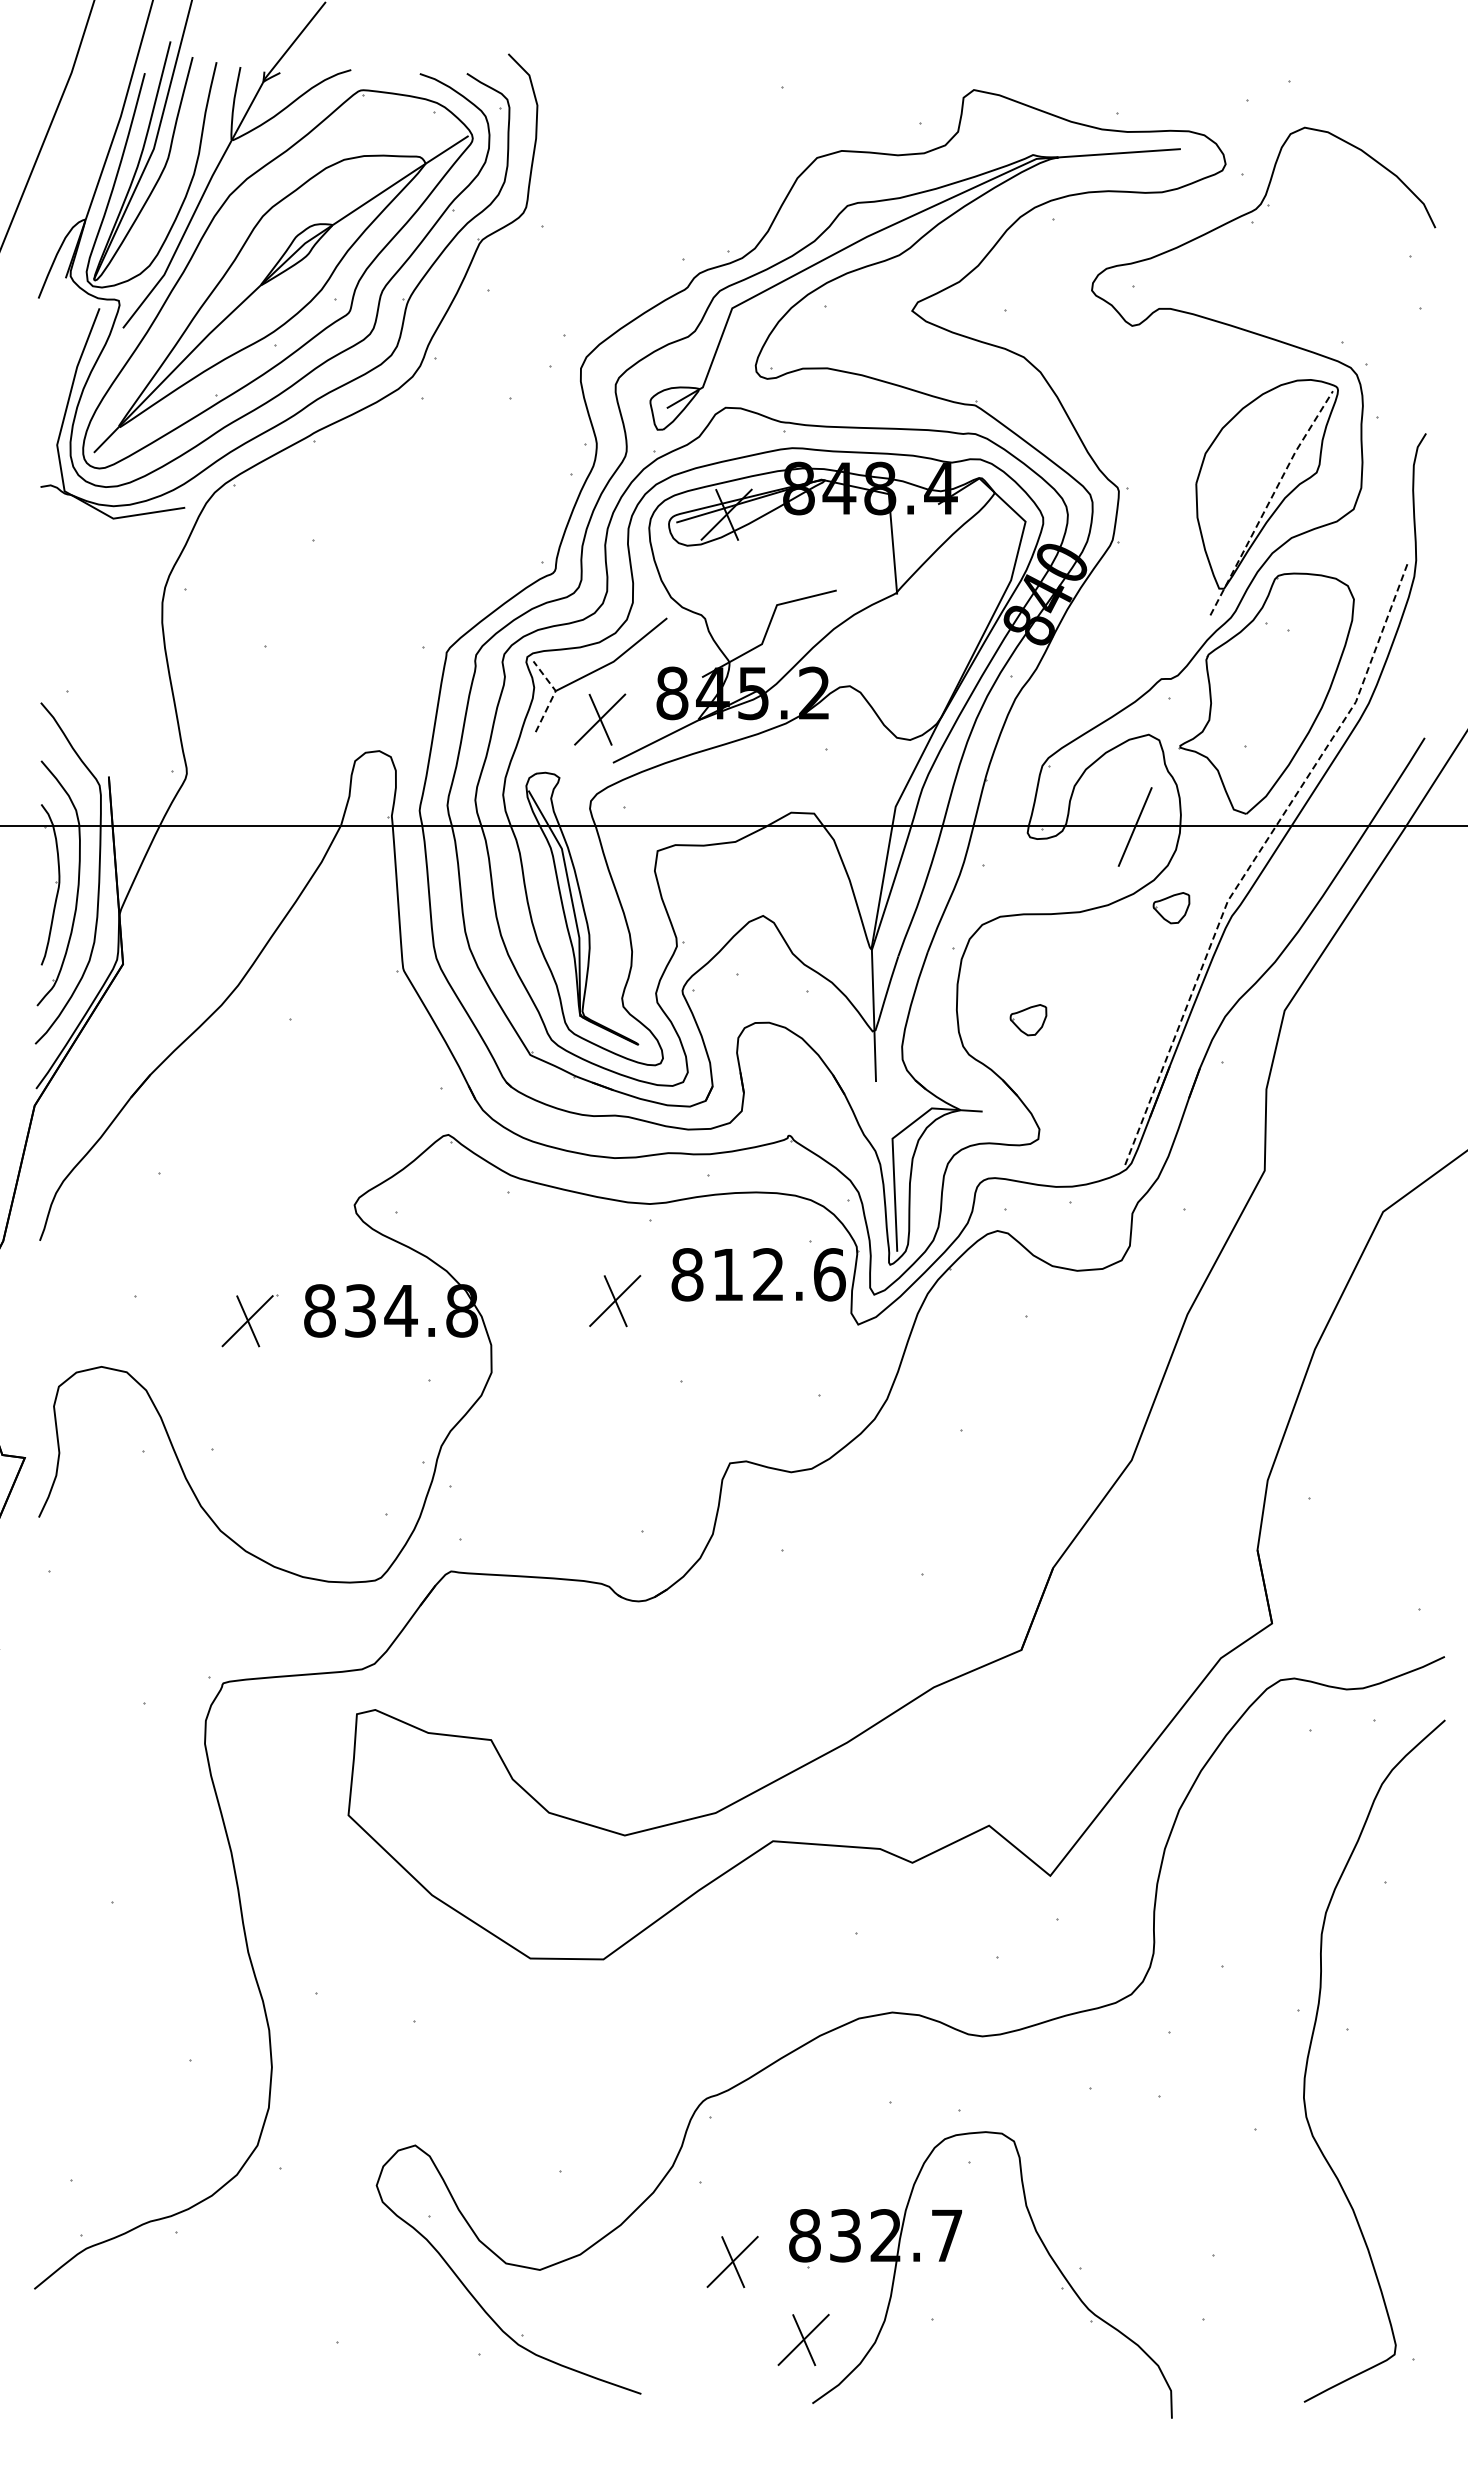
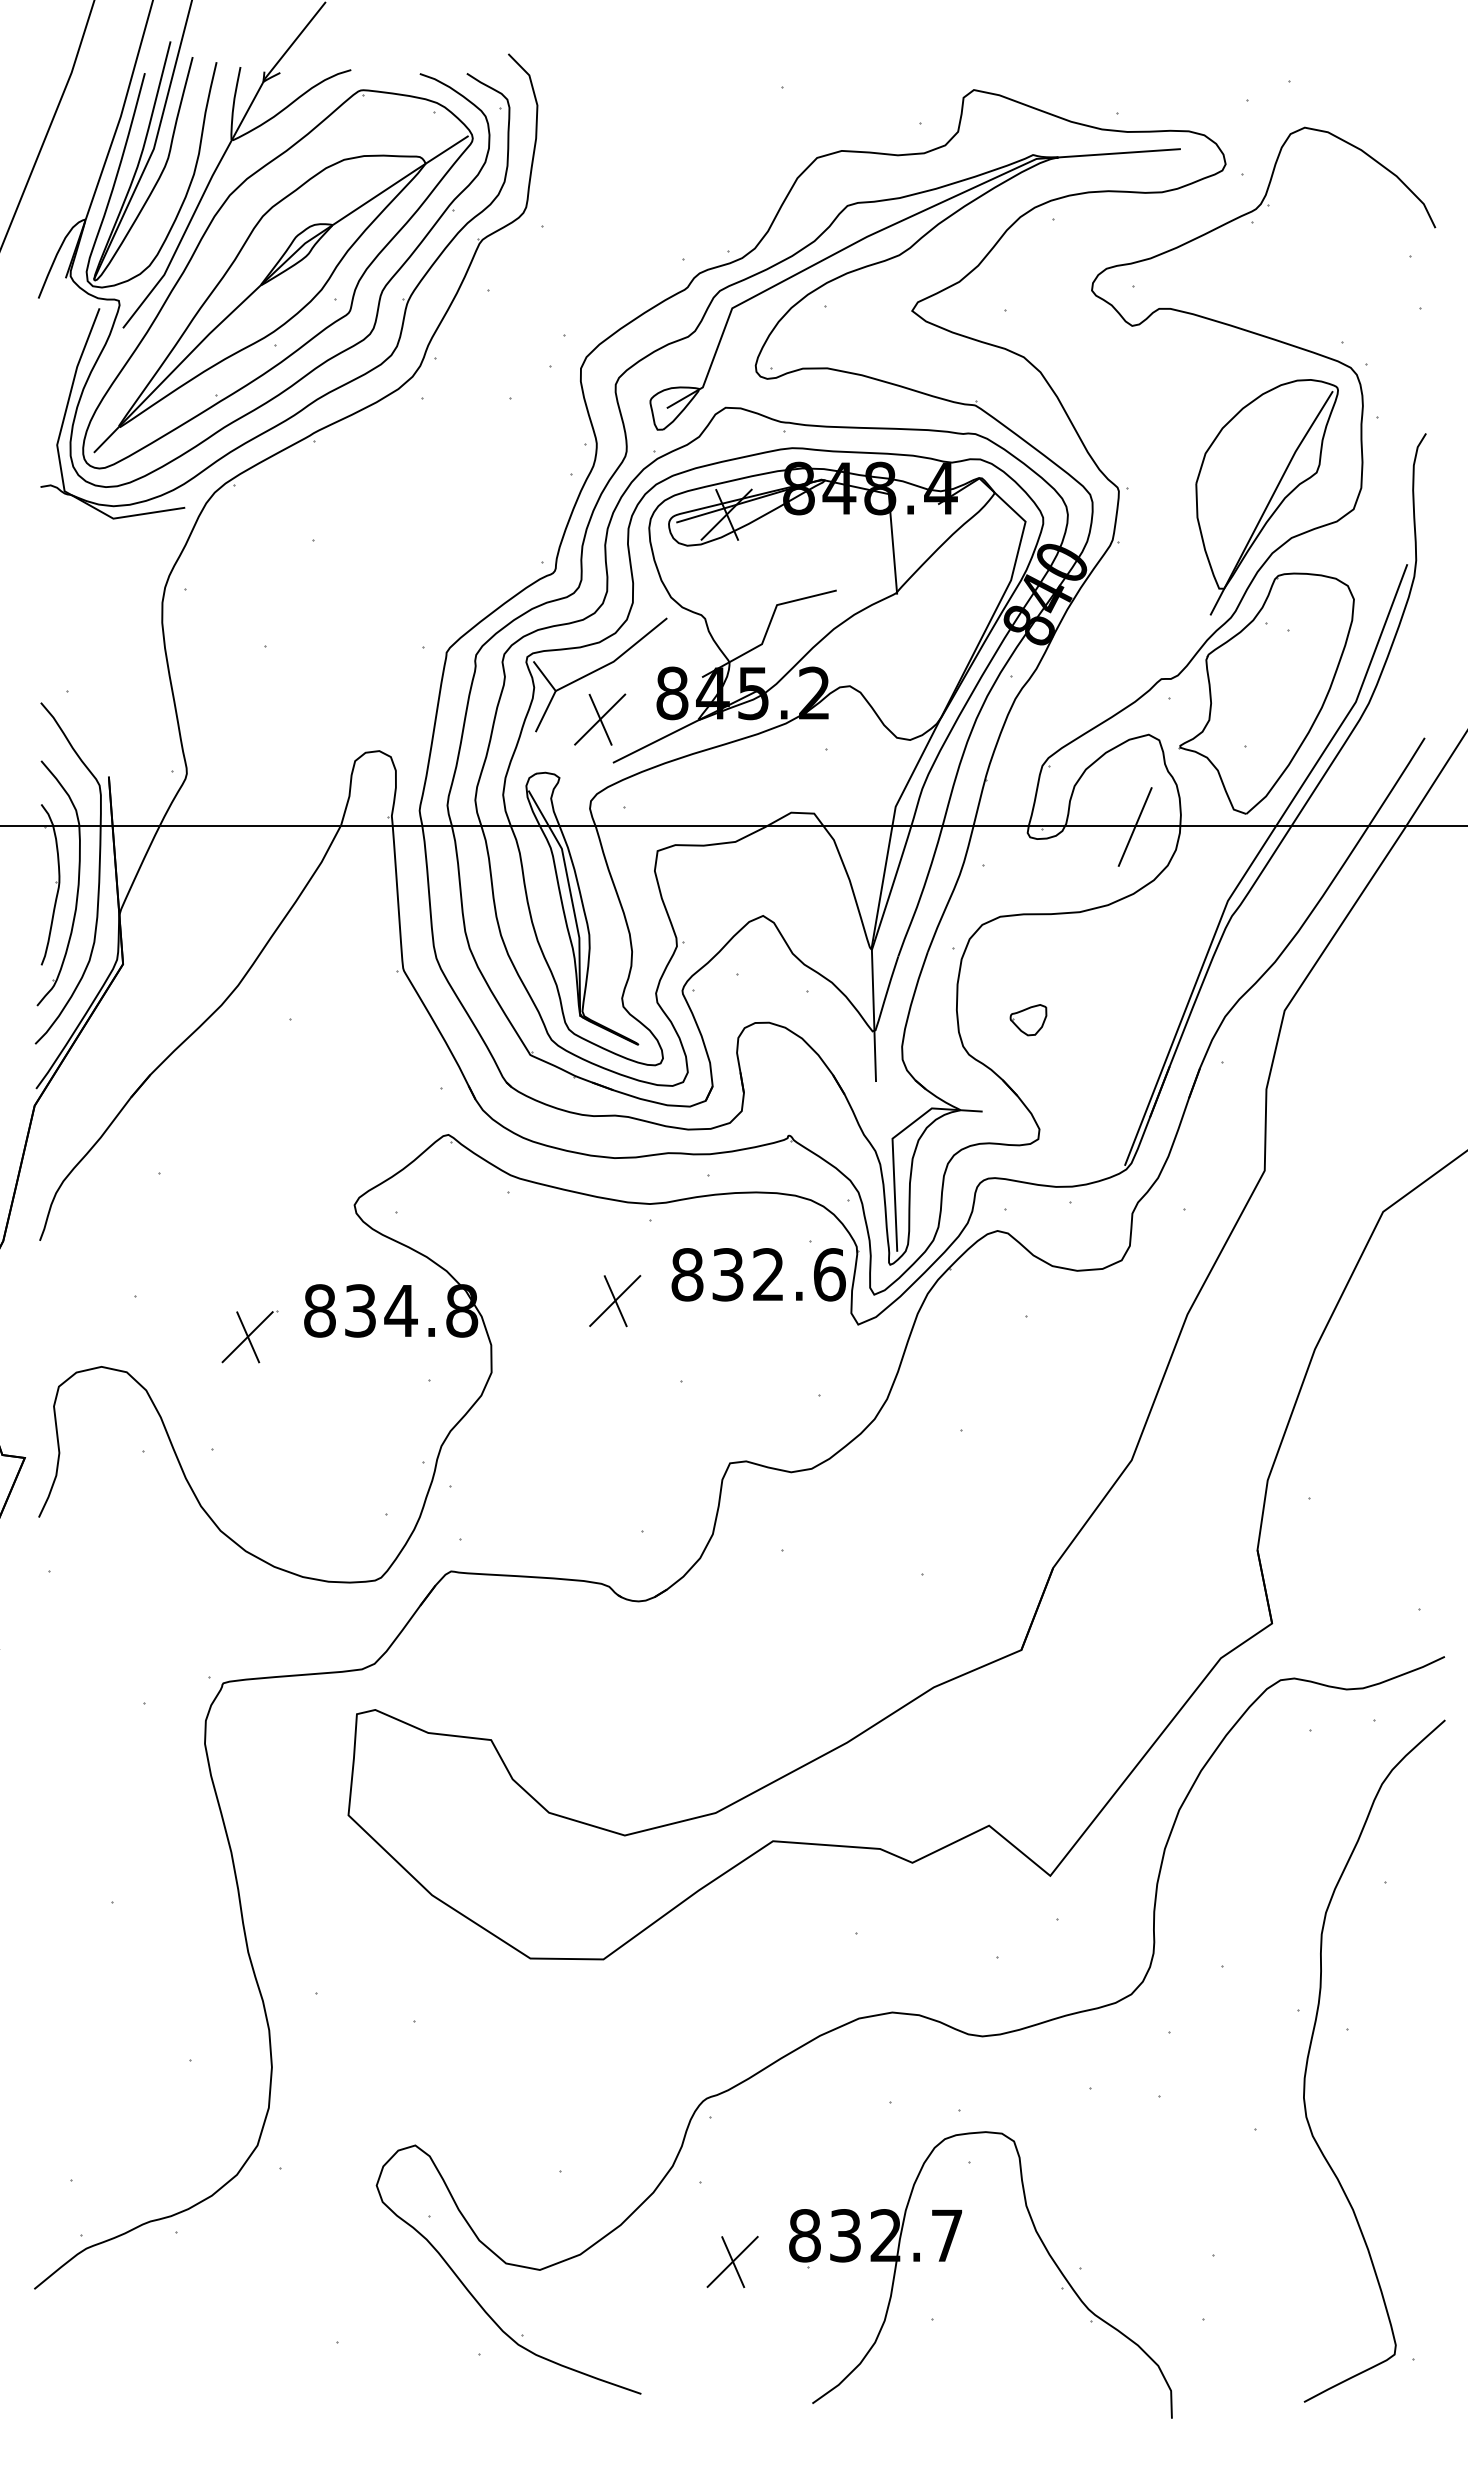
line at (1269, 501): dashed -> solid
line at (554, 693): dashed -> solid
line at (1254, 859): dashed -> solid
part at (1171, 908): present -> none
text at (727, 1274): 812.6 -> 832.6
part at (249, 1320) position: (249, 1320) -> (249, 1336)
part at (803, 2339): present -> none
